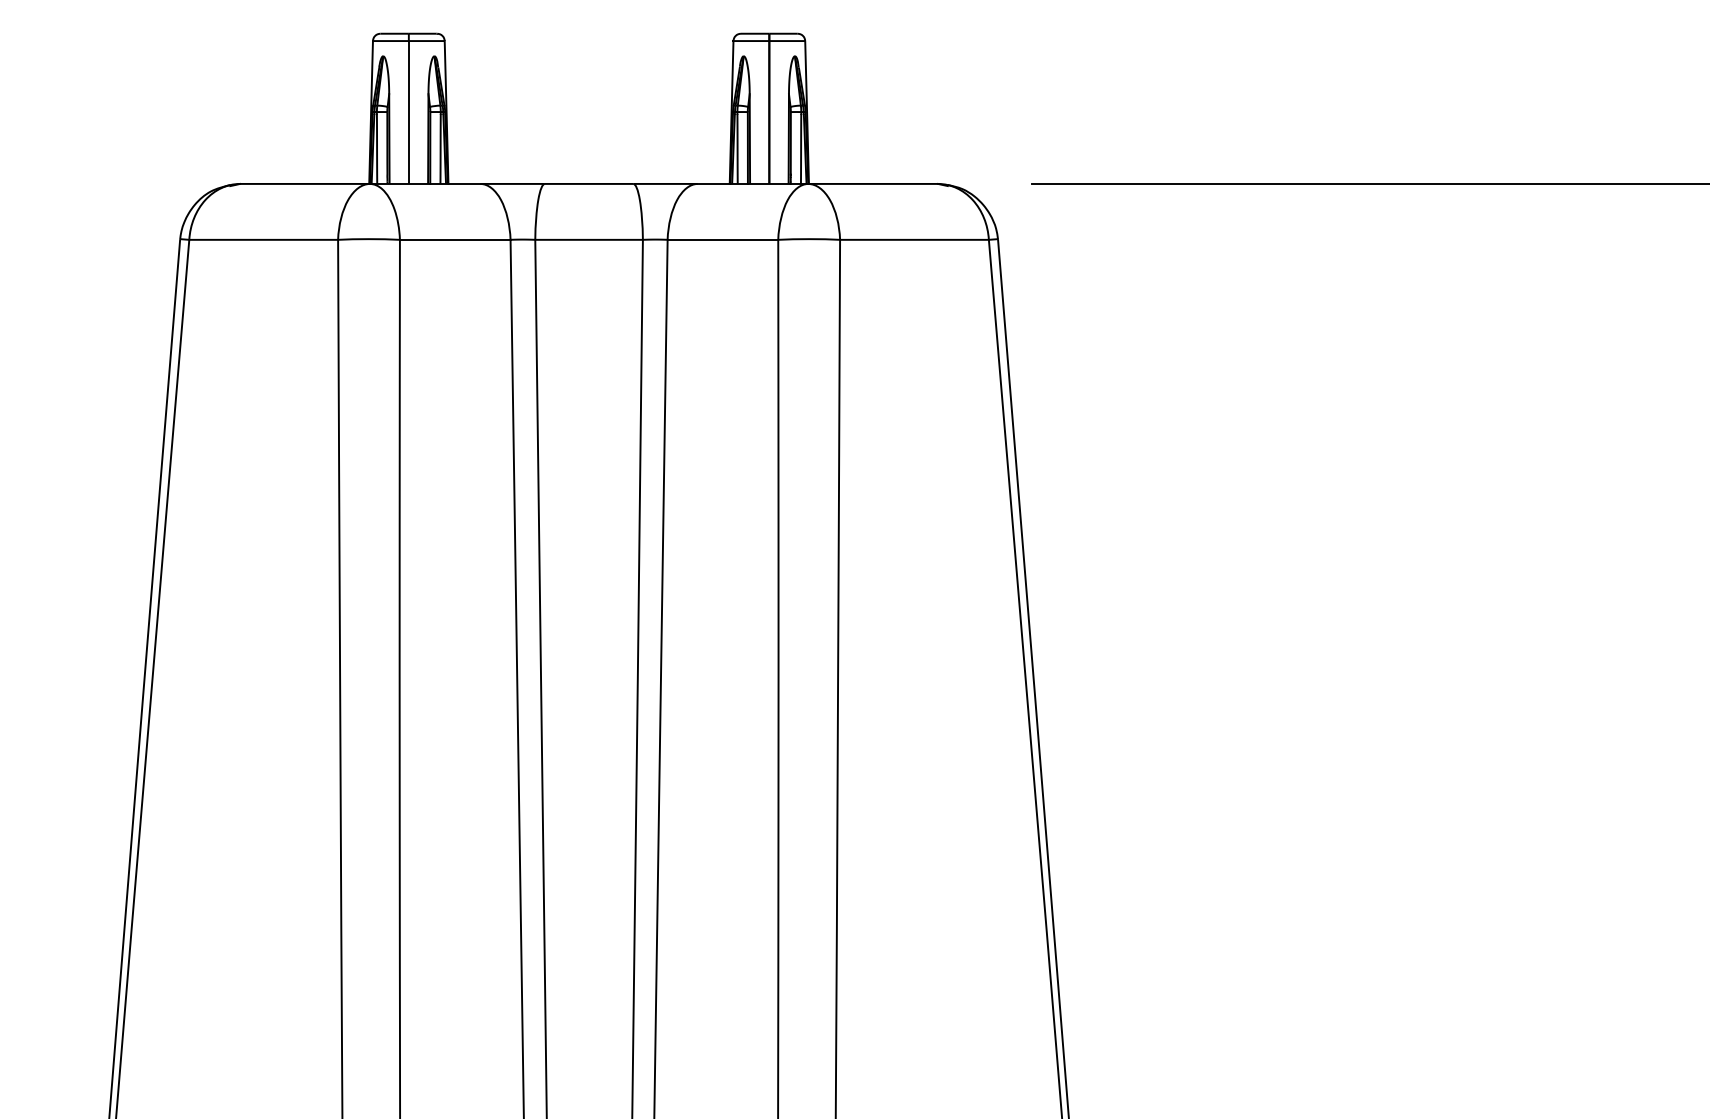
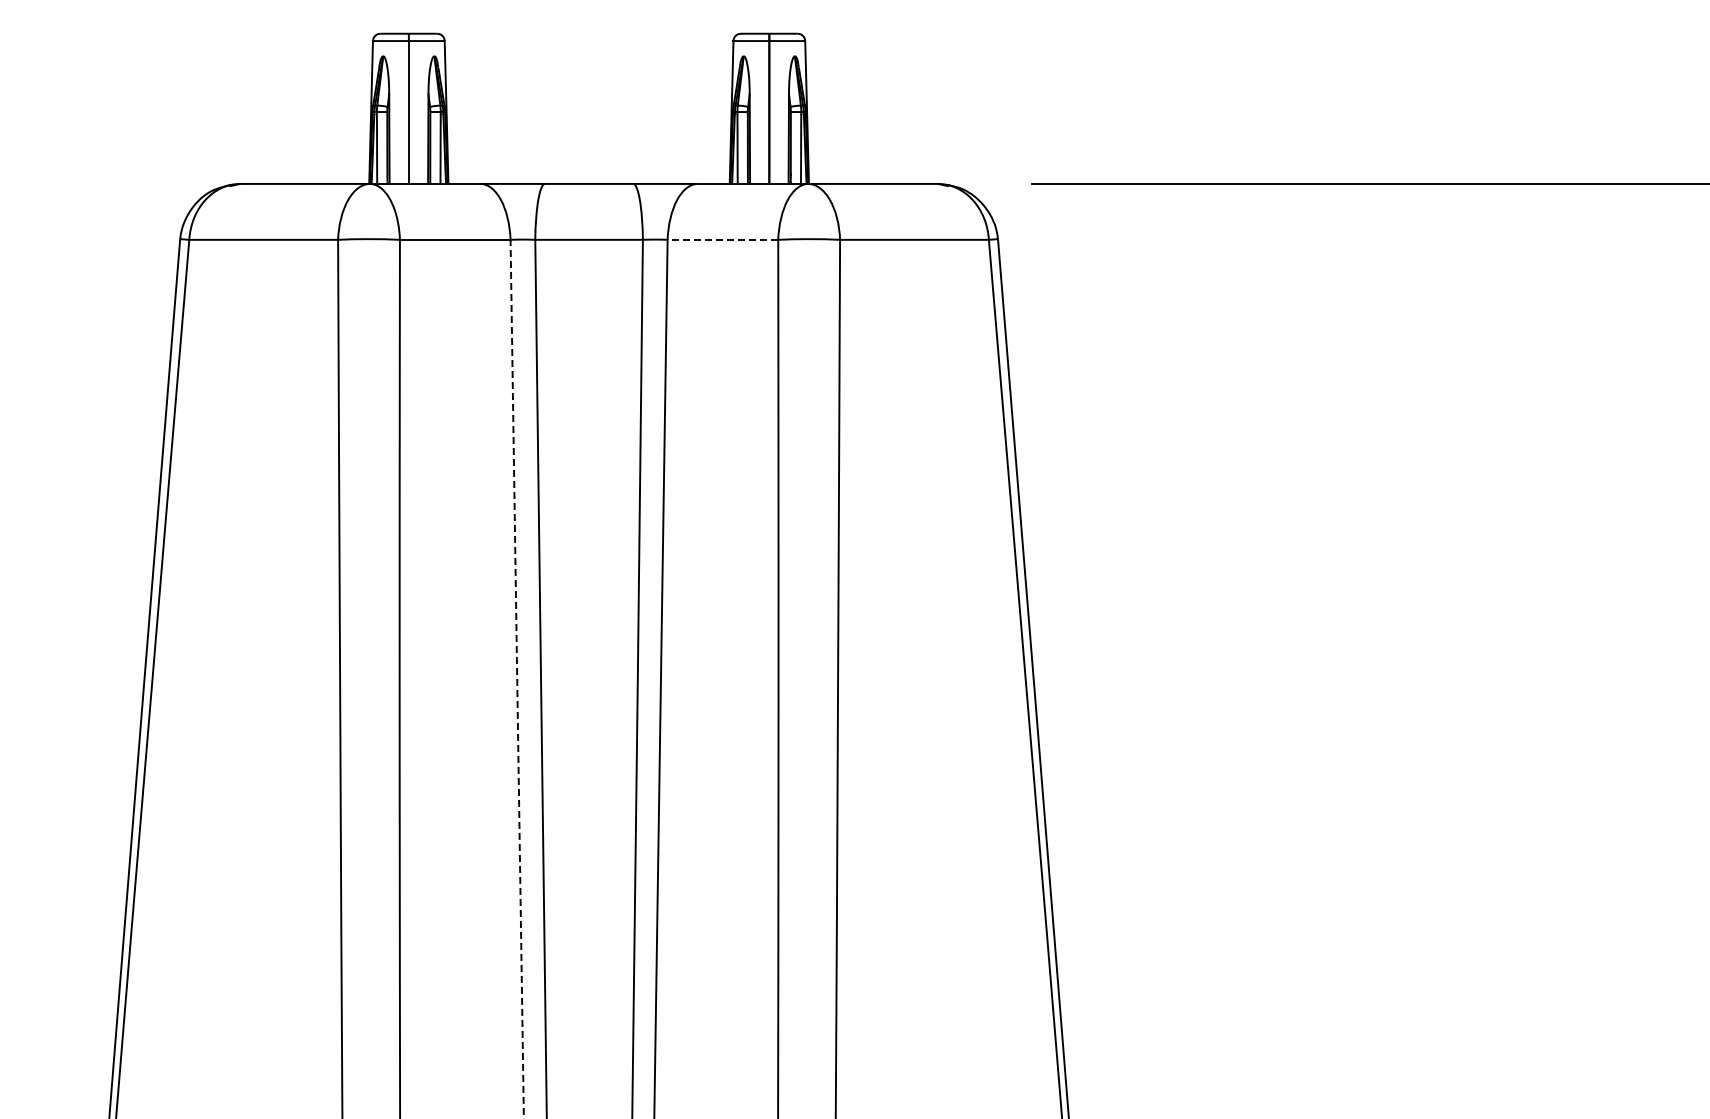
line at (722, 239): solid -> dashed
line at (517, 678): solid -> dashed
